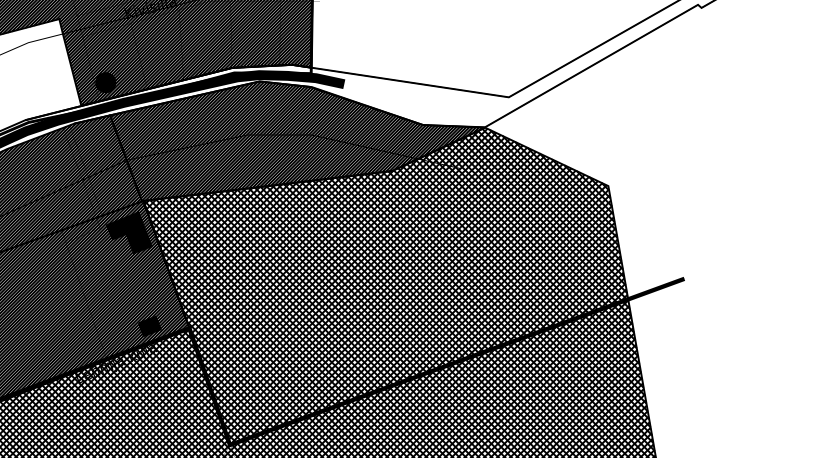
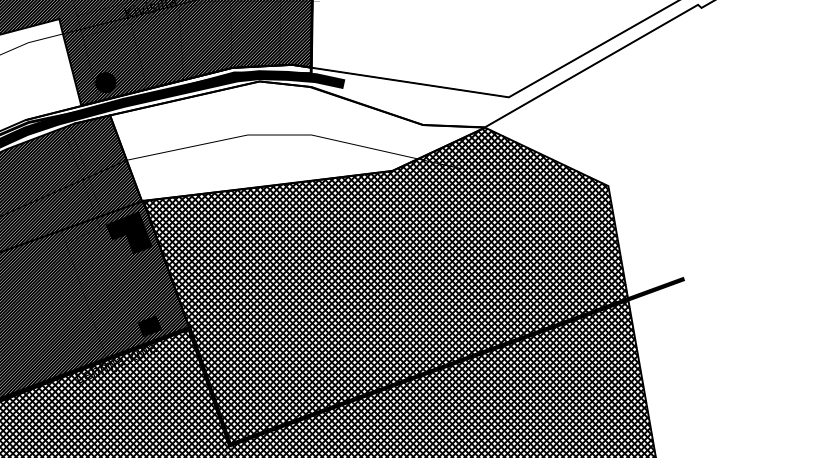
hatch at (296, 140): present -> none
